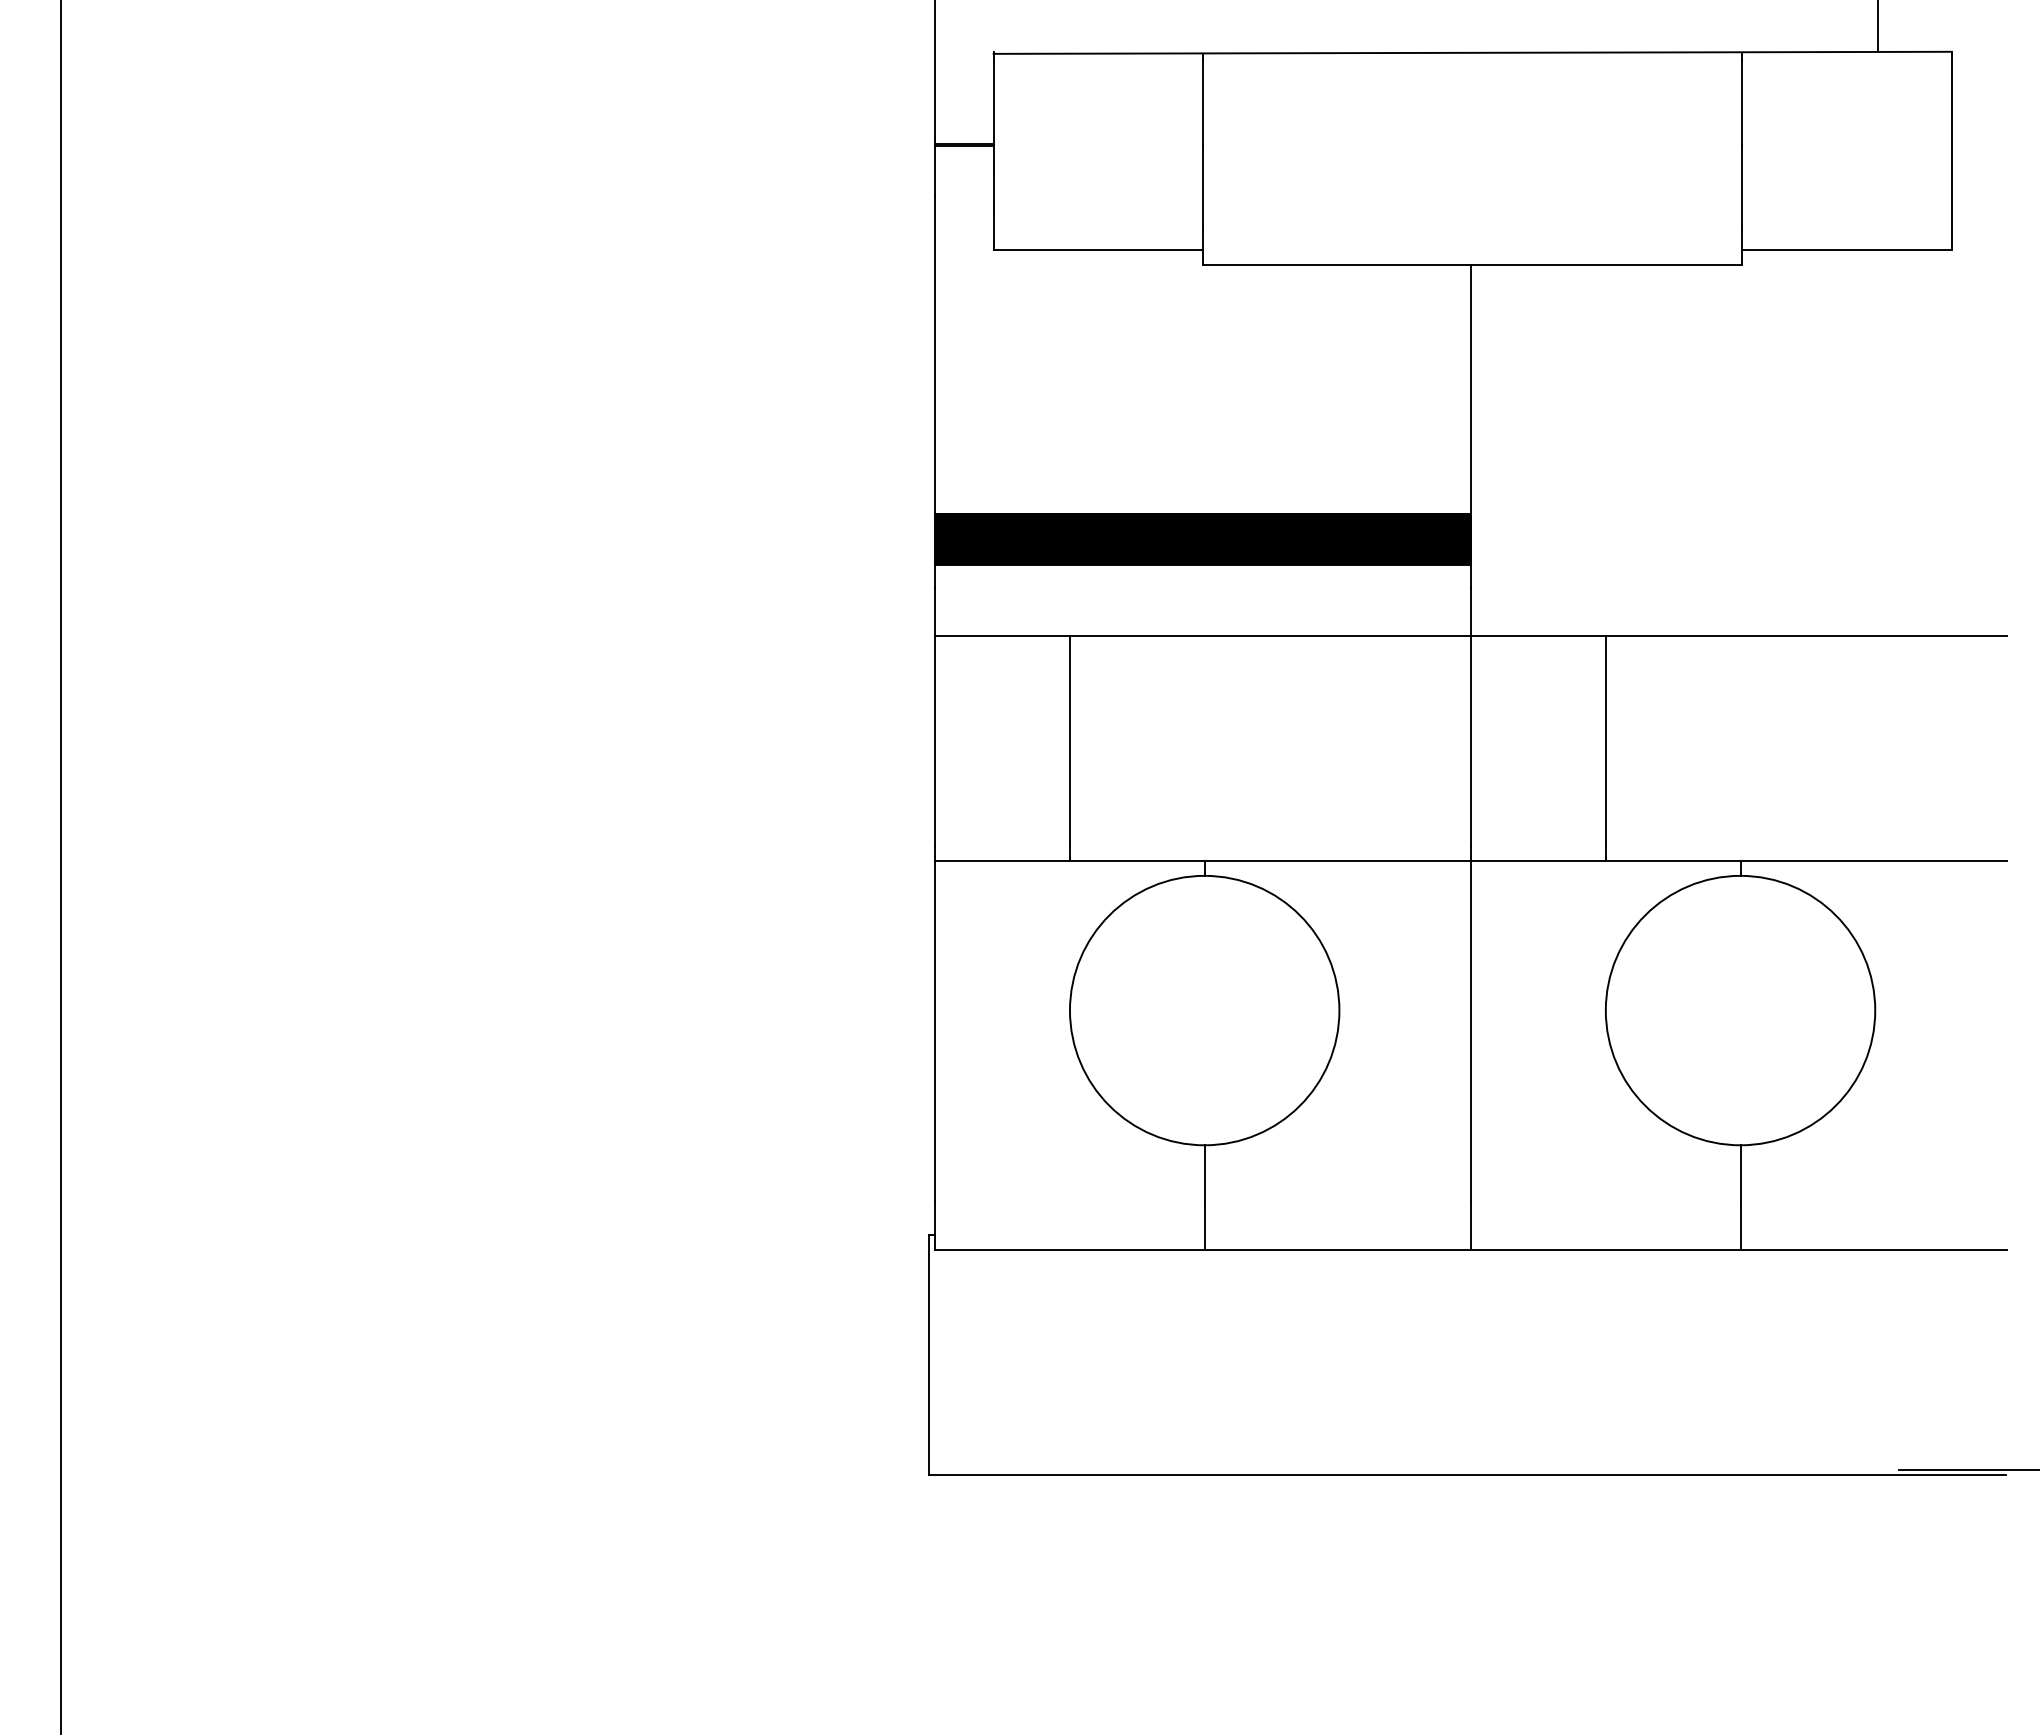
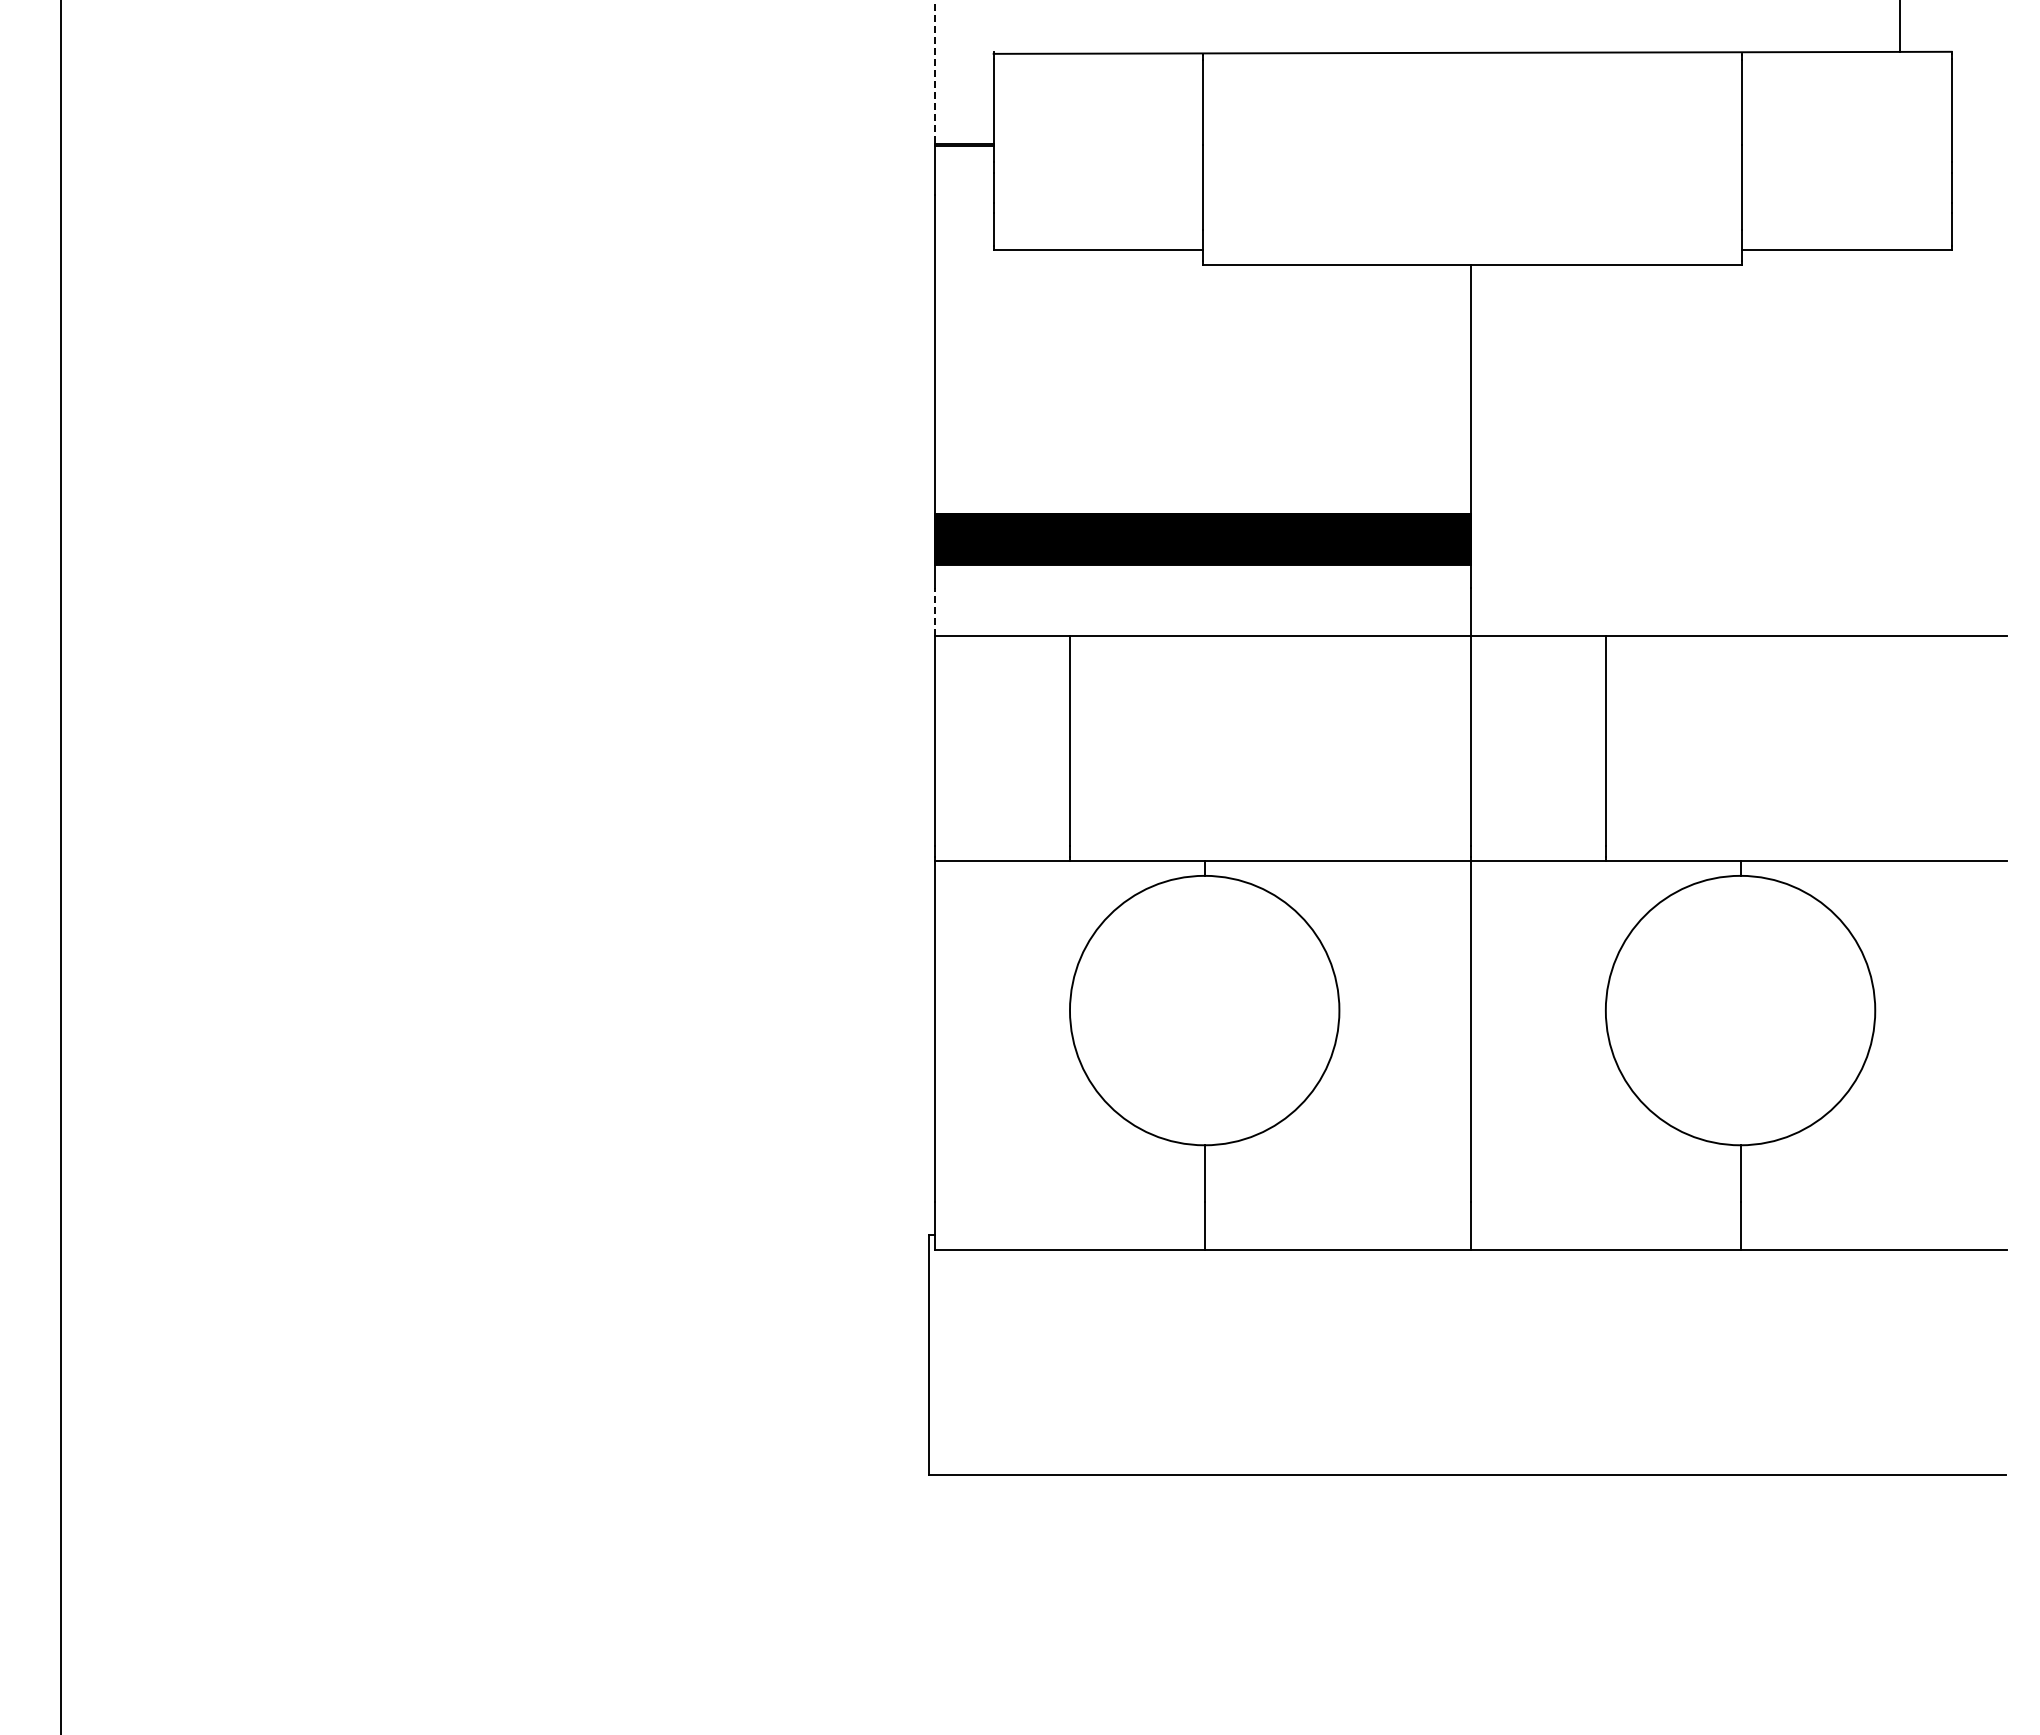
line at (1878, 26) position: (1878, 26) -> (1900, 26)
line at (935, 72): solid -> dashed
line at (935, 612): solid -> dashed
line at (1967, 1470): present -> none
